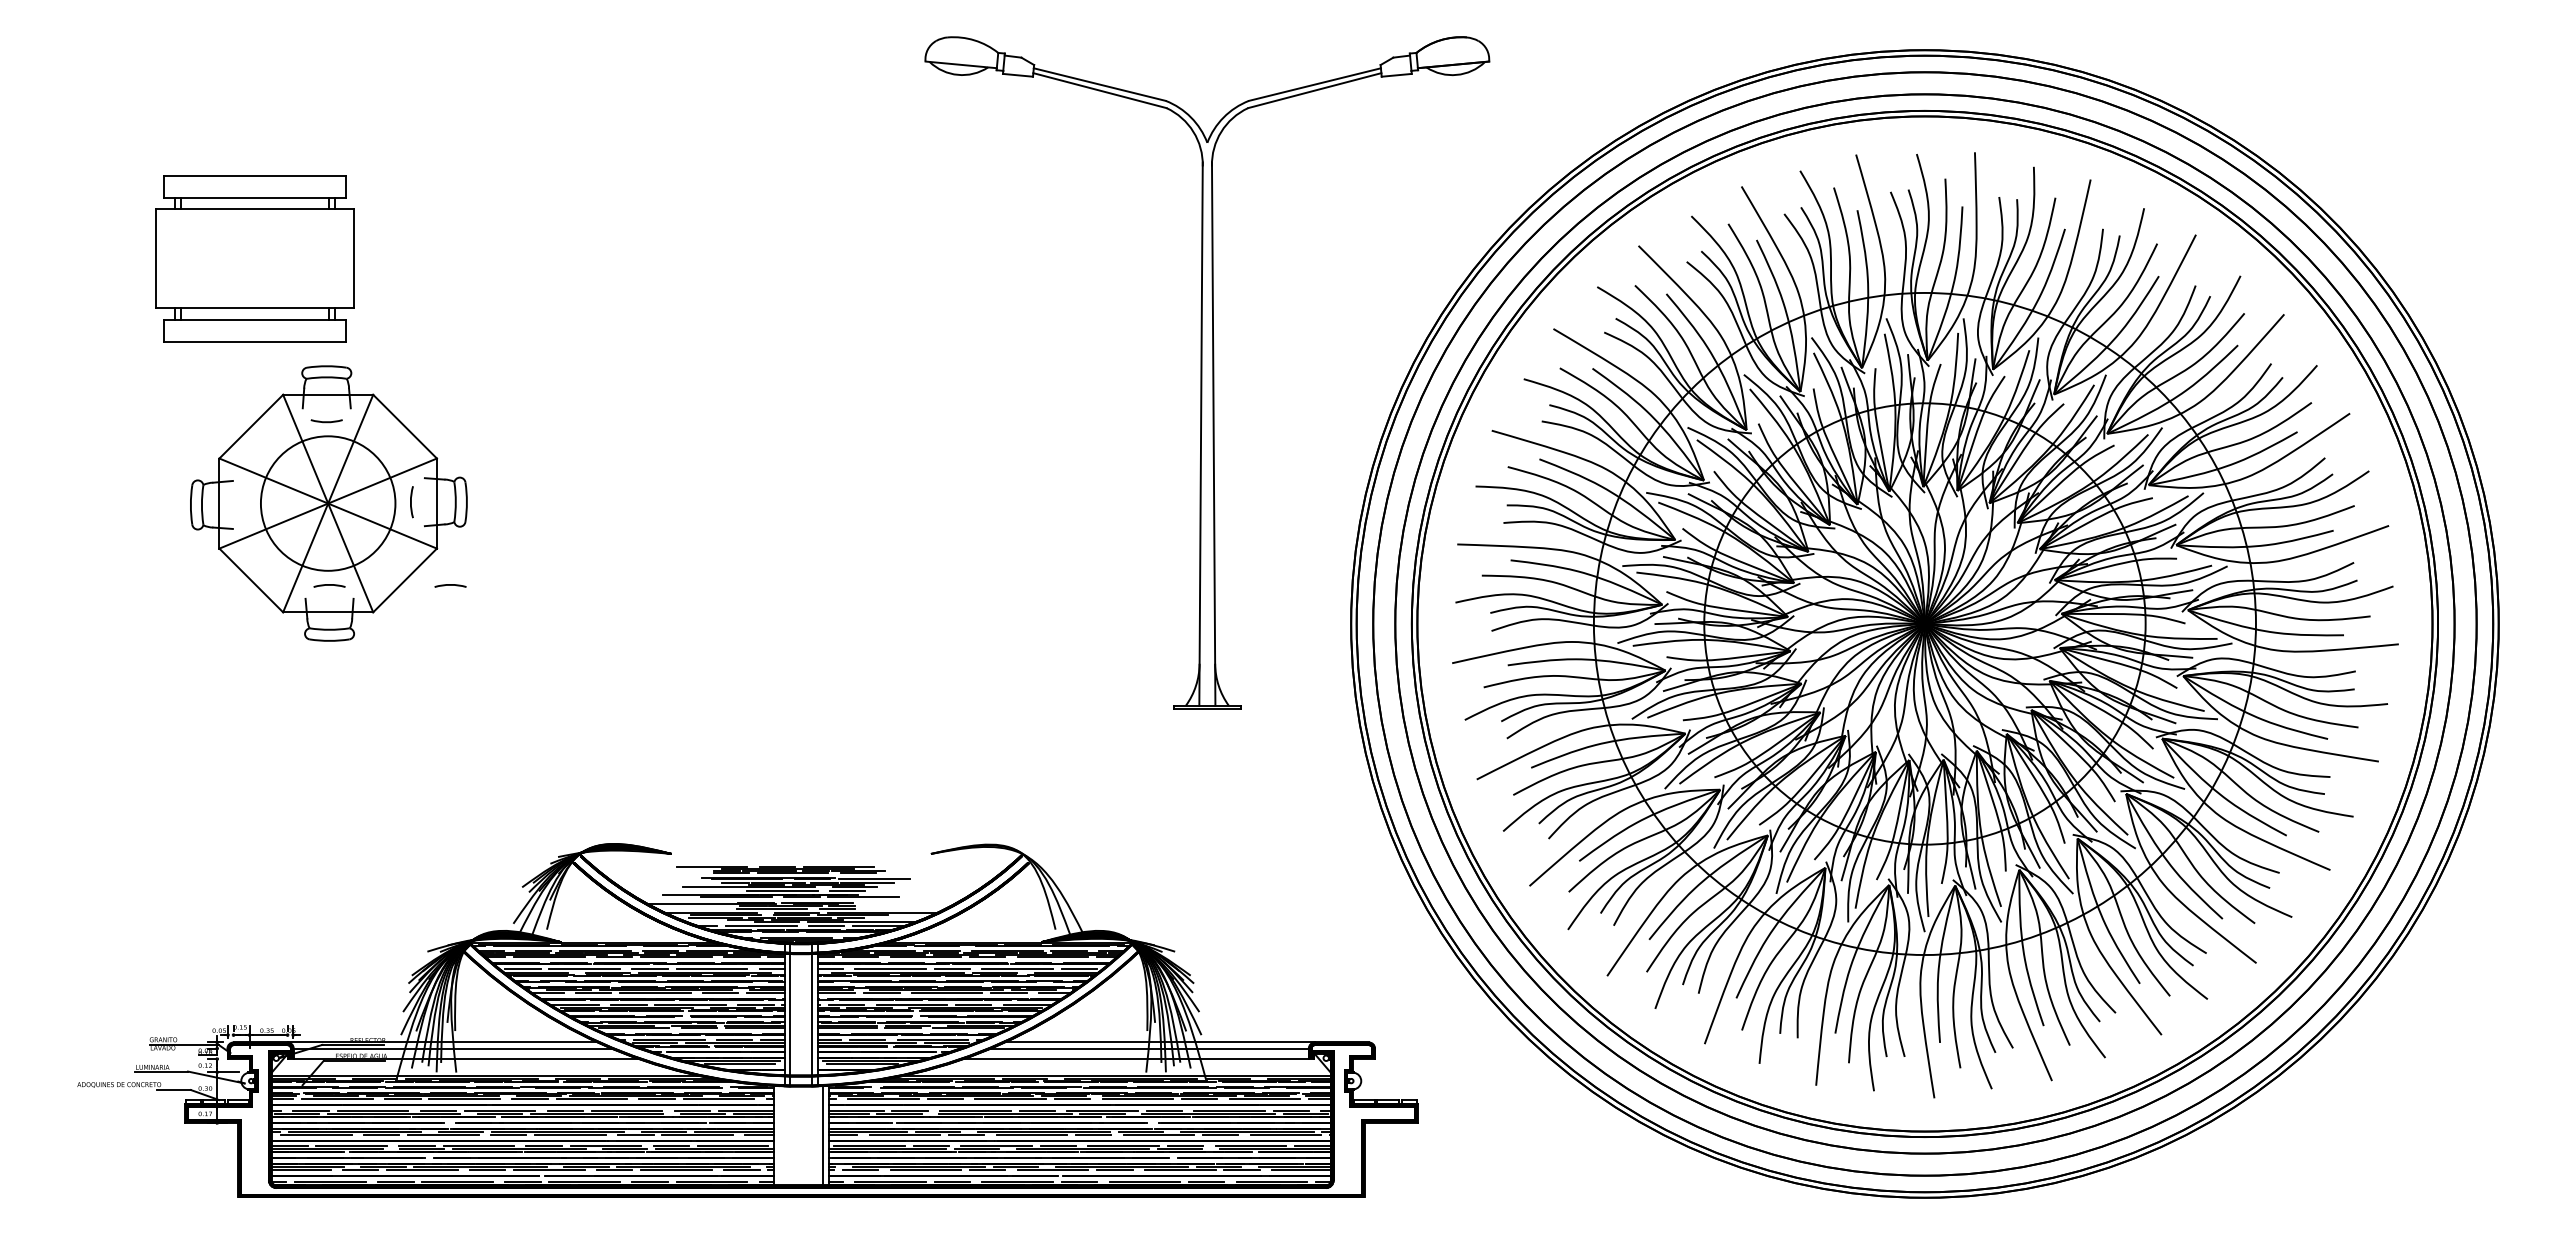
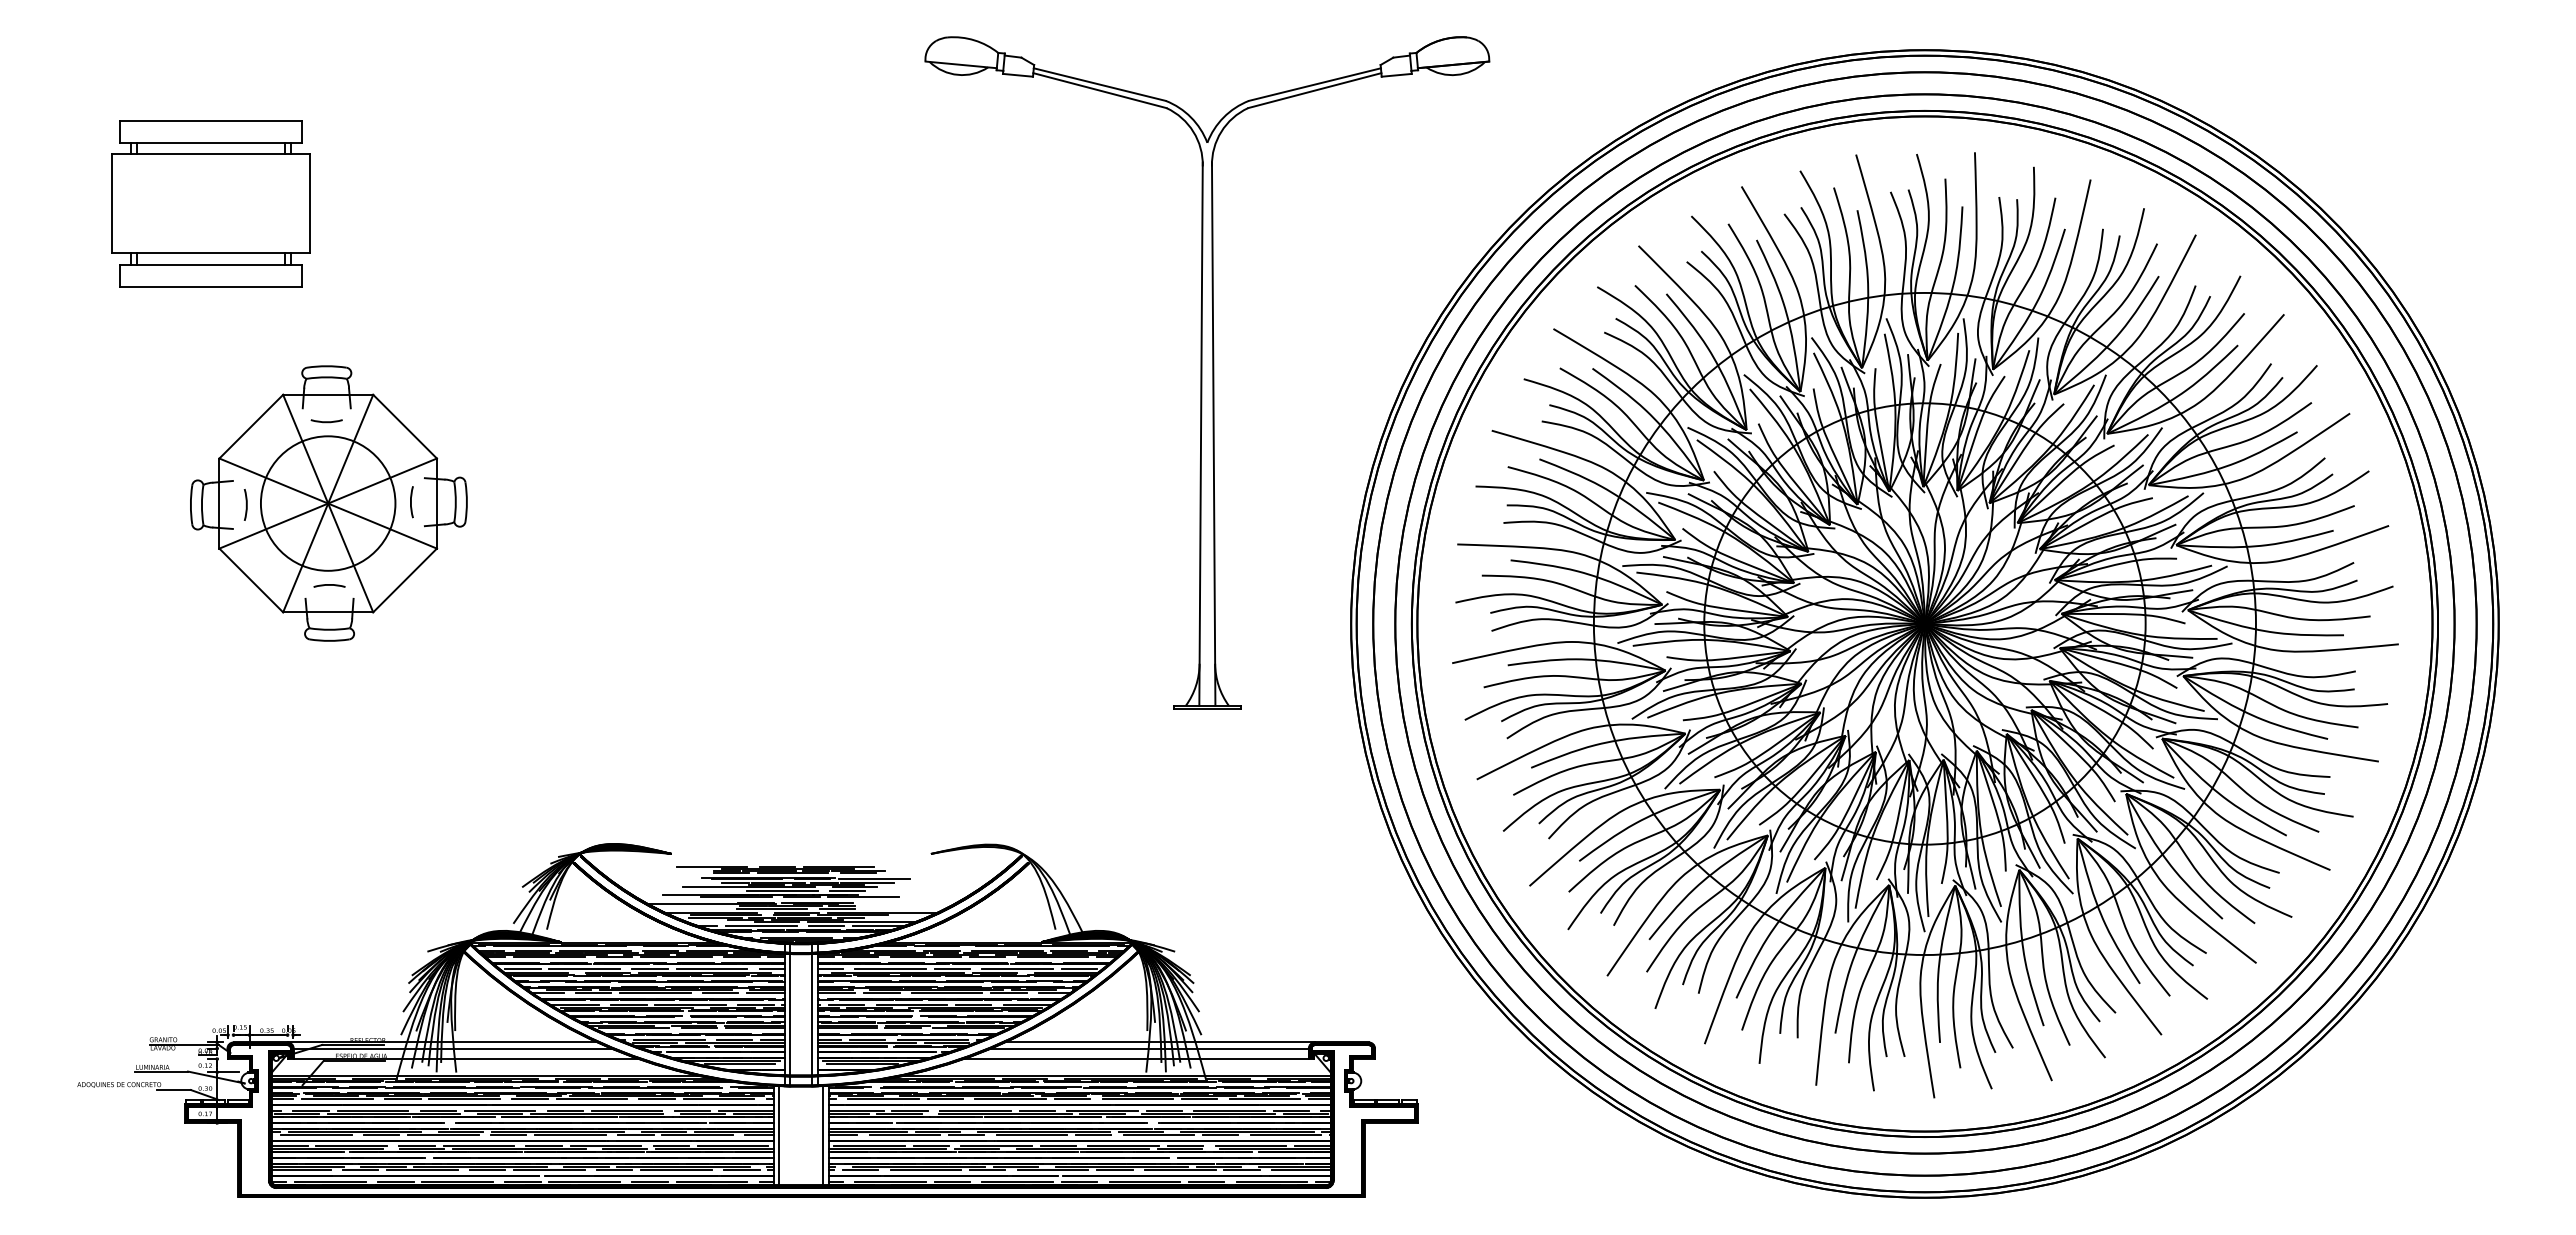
part at (254, 258) position: (254, 258) -> (210, 203)
arc at (245, 504): none -> present
line at (450, 585): present -> none
line at (779, 1135): none -> present
